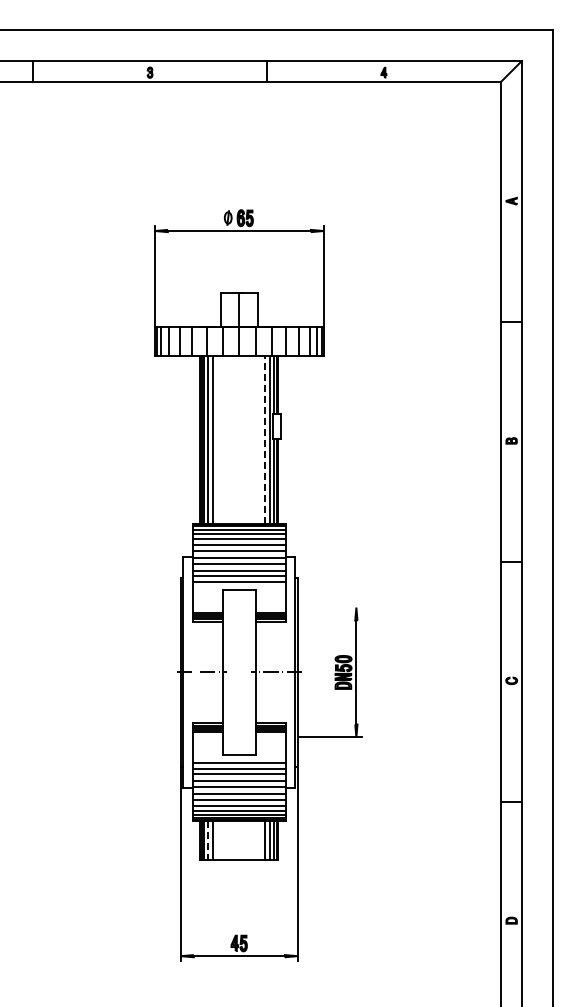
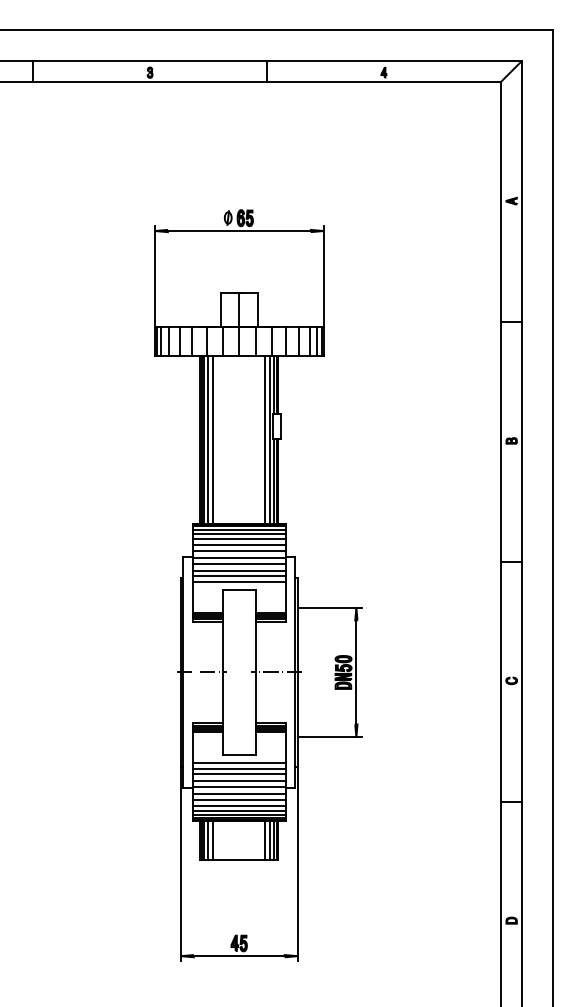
line at (265, 439): dashed -> solid
line at (329, 607): none -> present
line at (208, 840): dashed -> solid
